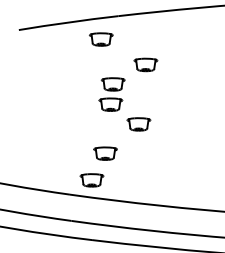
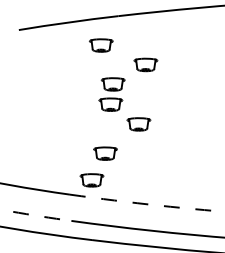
part at (101, 39) position: (101, 39) -> (101, 45)
arc at (147, 204): solid -> dashed
arc at (36, 215): solid -> dashed
